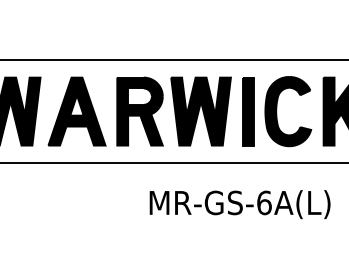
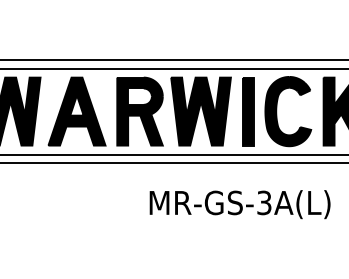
line at (173, 68): none -> present
line at (173, 154): none -> present
text at (264, 202): MR-GS-6A(L) -> MR-GS-3A(L)
